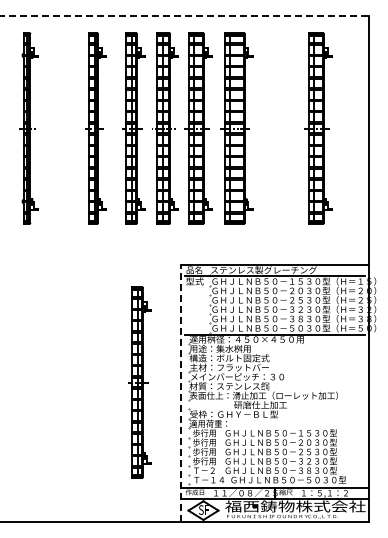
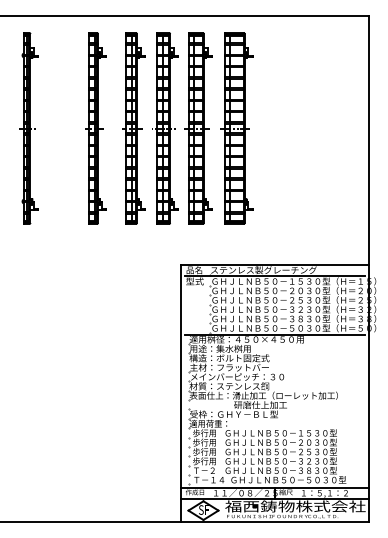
line at (184, 16): dashed -> solid
part at (318, 128): present -> none
part at (139, 382): present -> none
line at (181, 393): dashed -> solid
